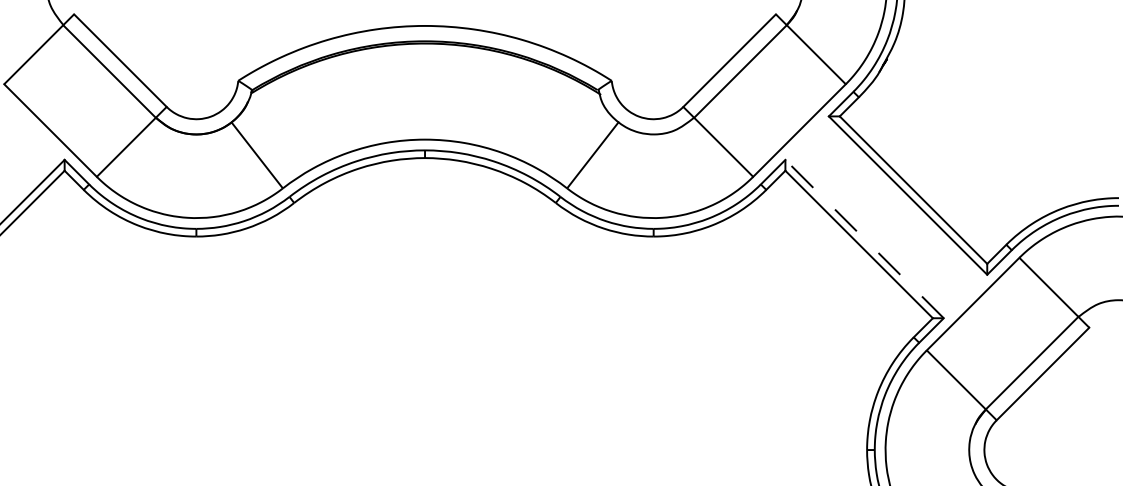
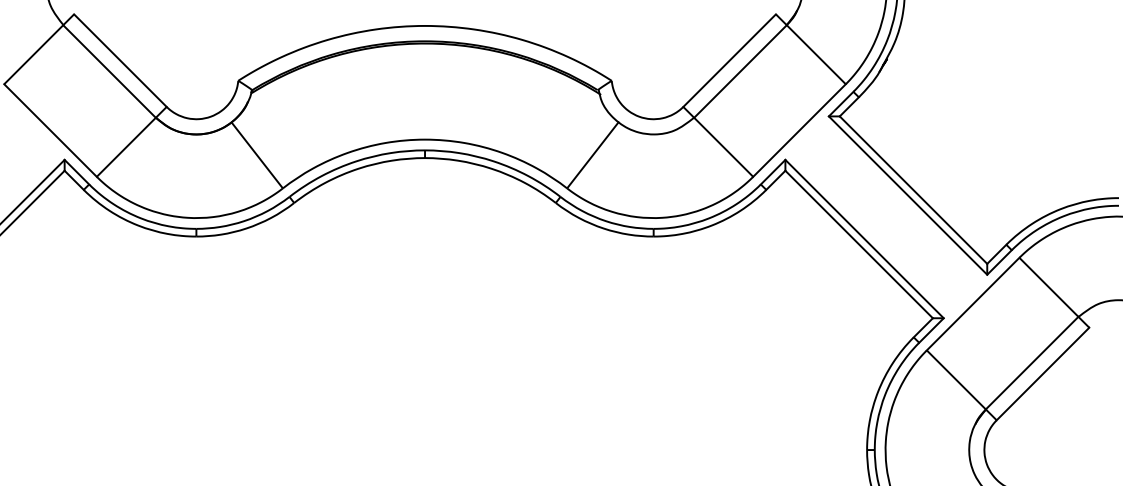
line at (864, 239): dashed -> solid
